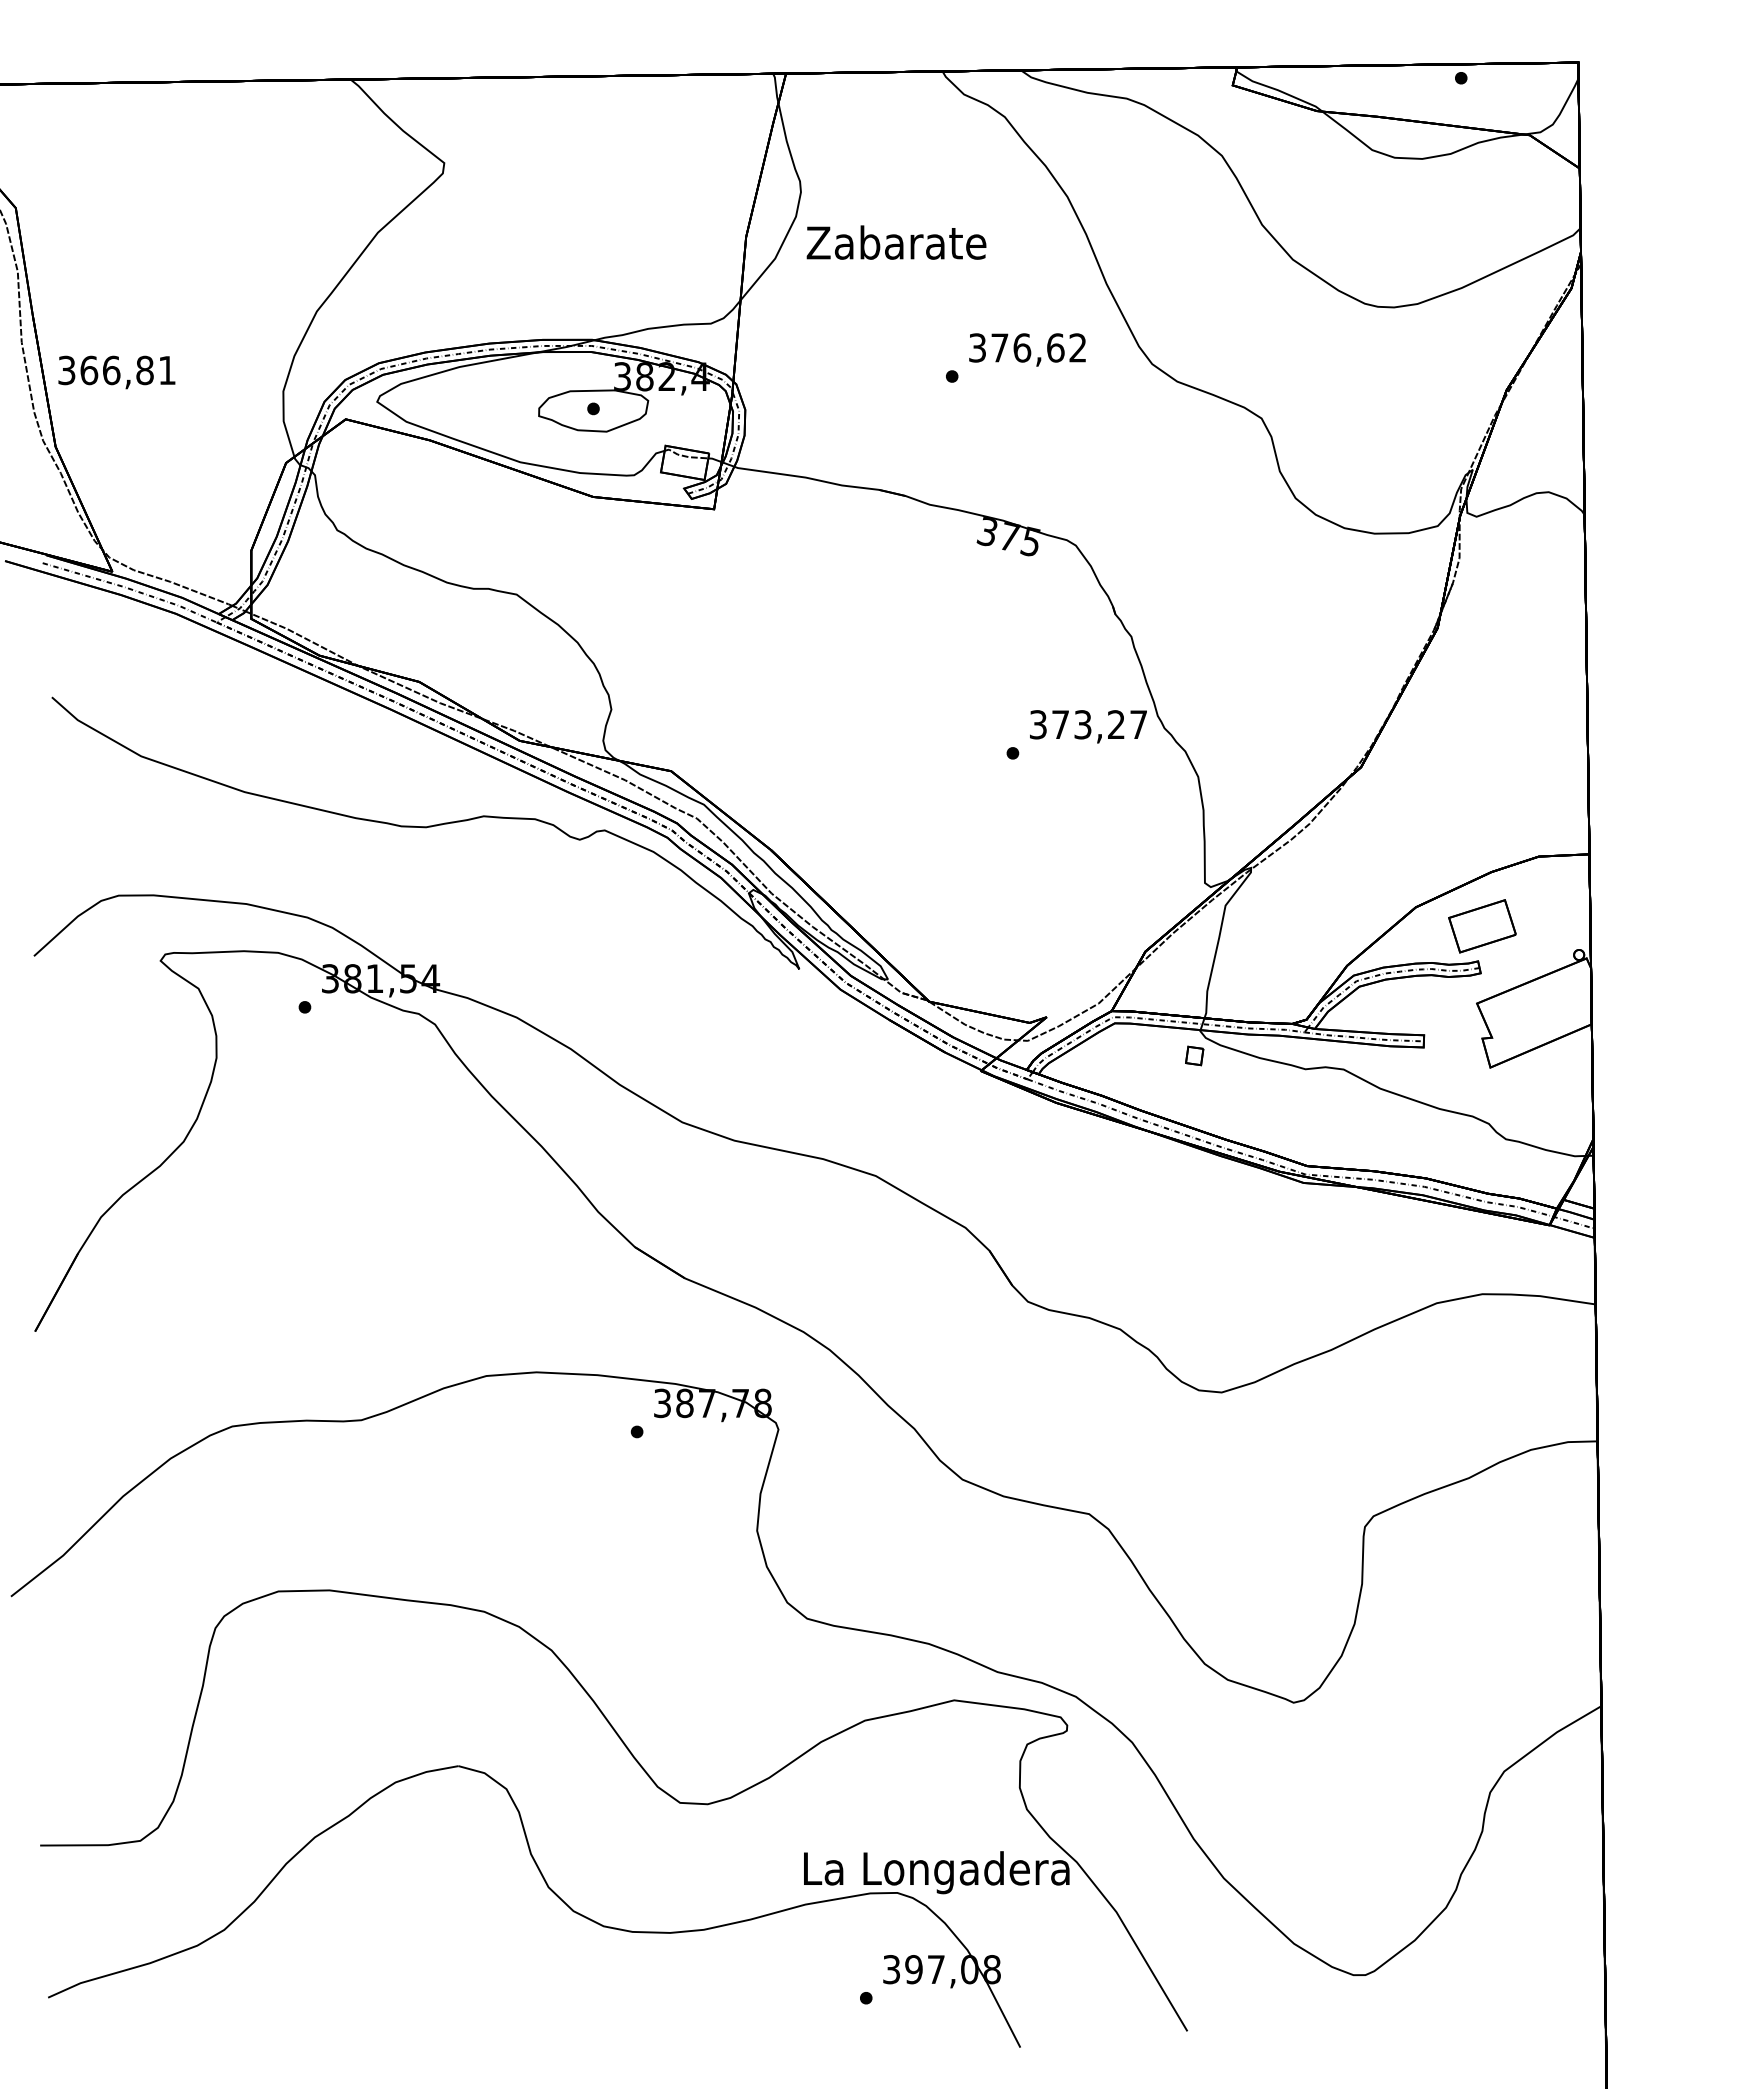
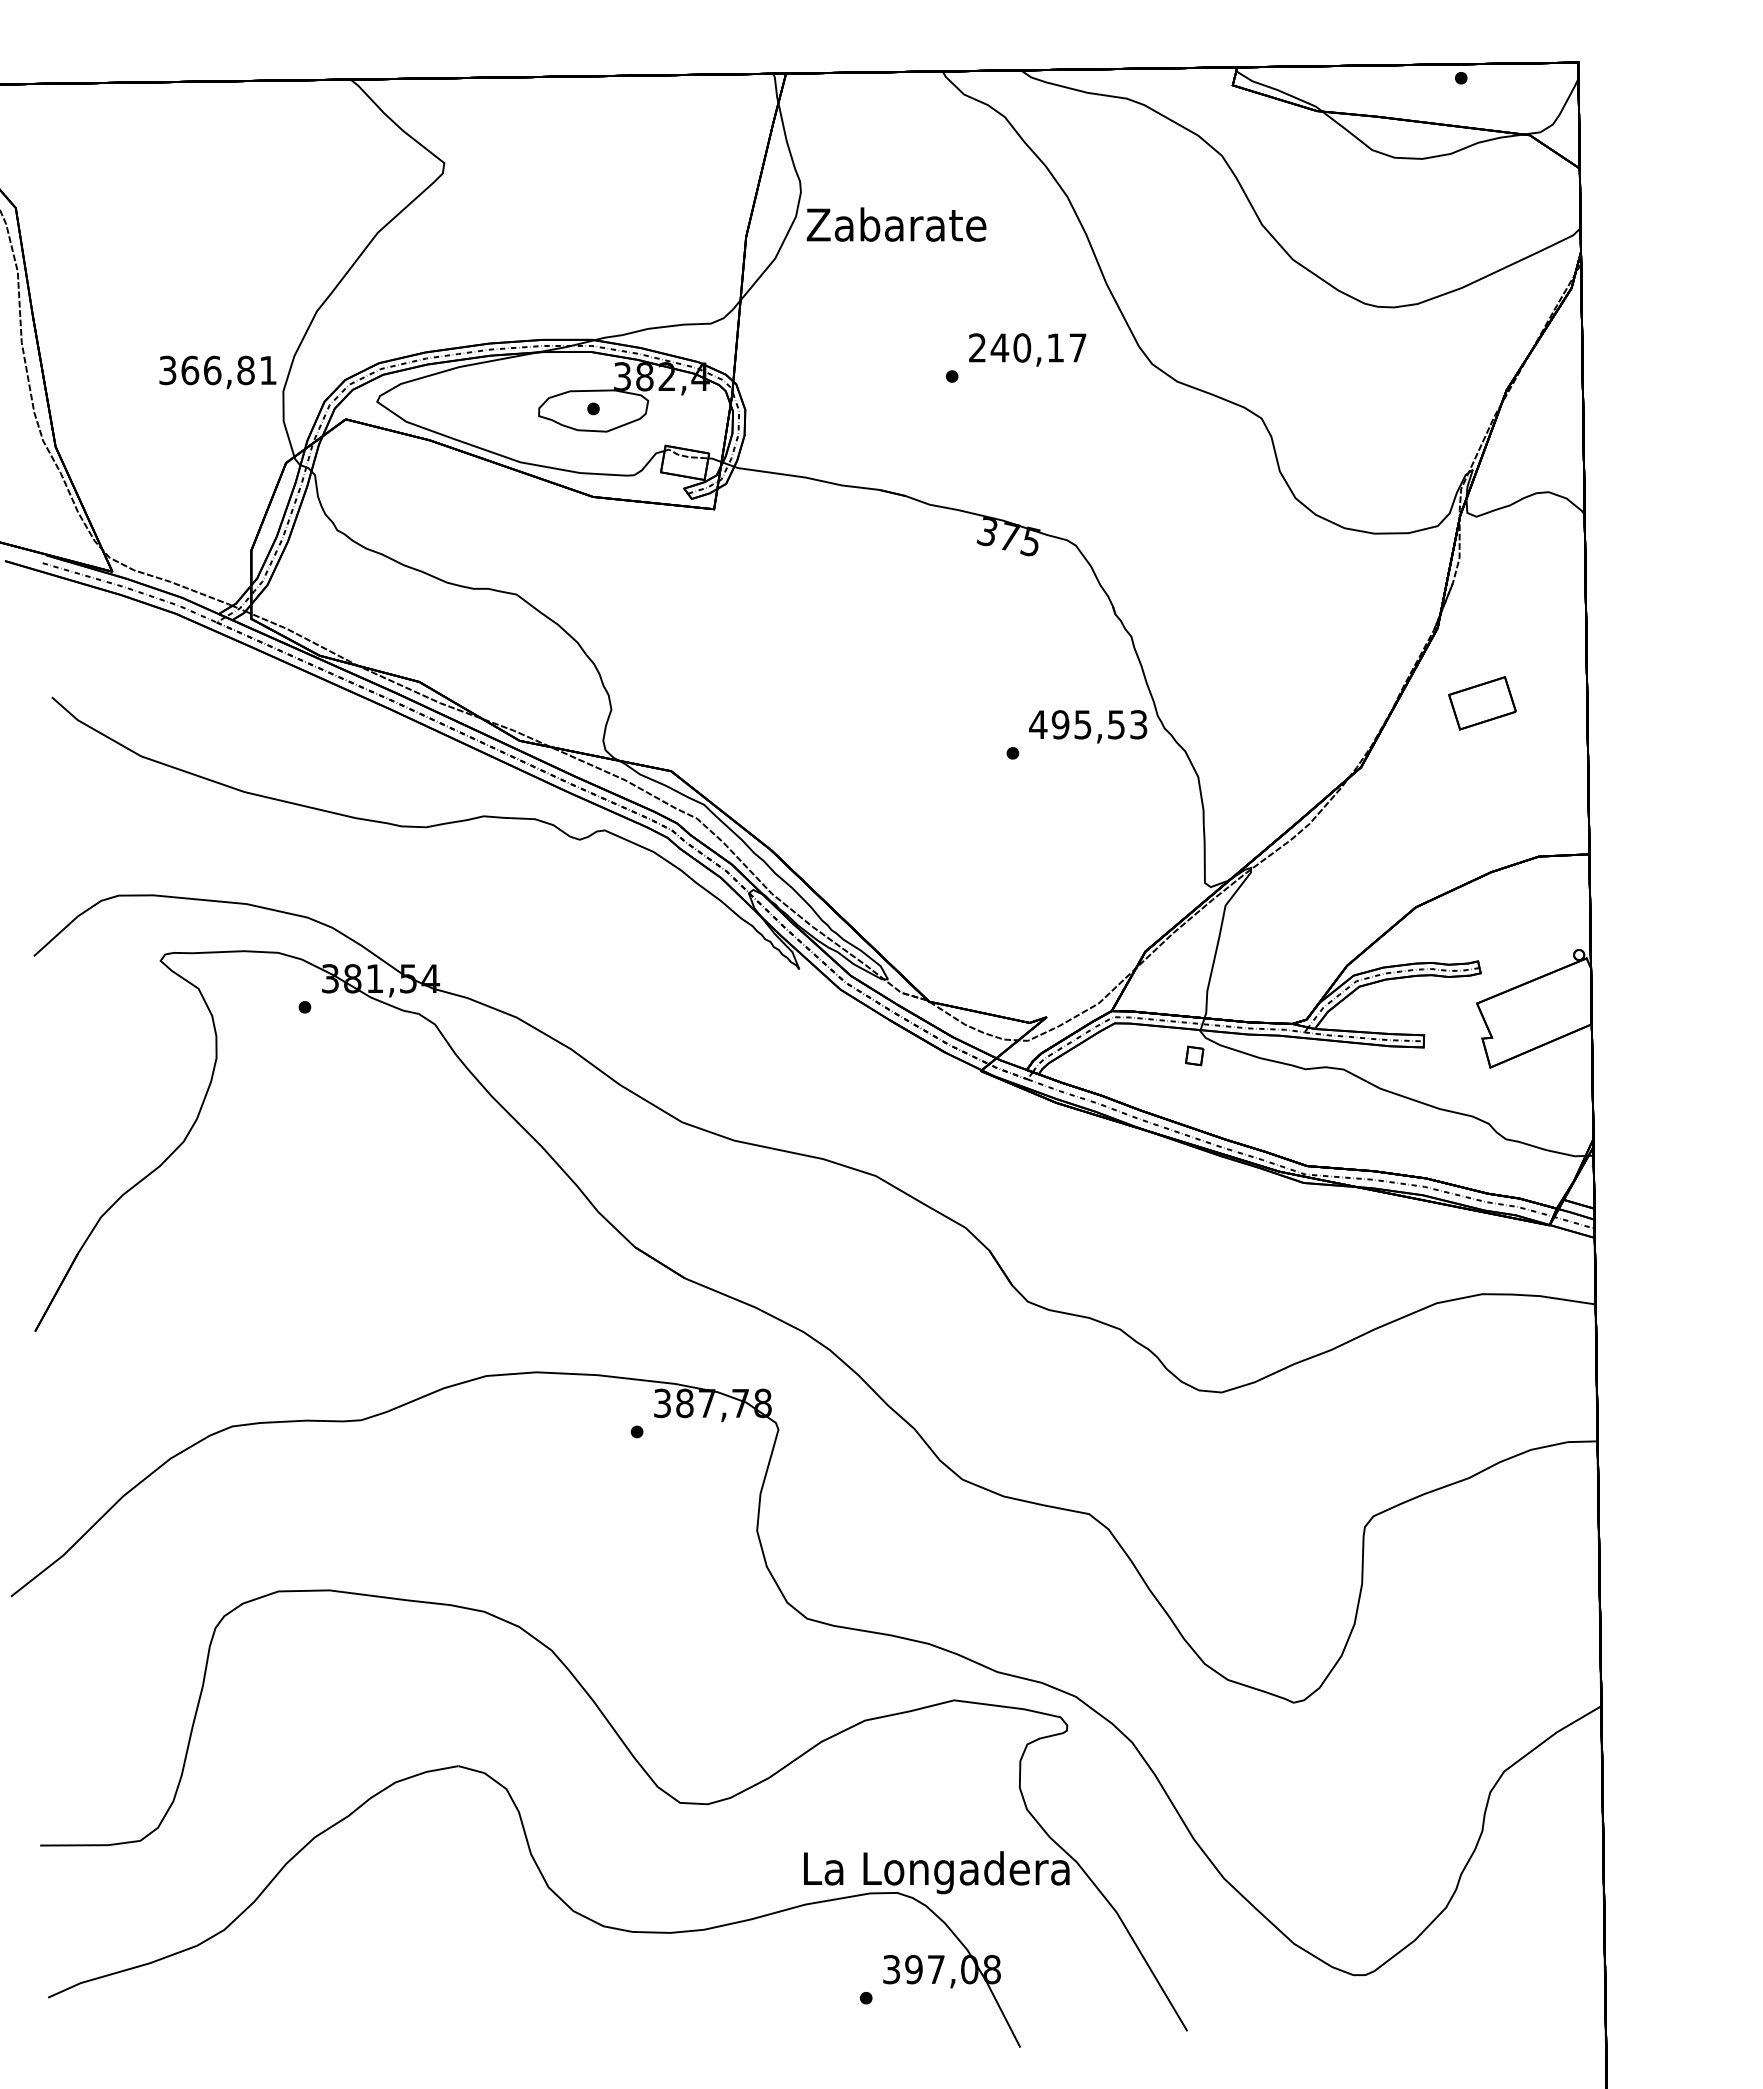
text at (896, 242) position: (896, 242) -> (896, 224)
text at (1027, 347): 376,62 -> 240,17
text at (116, 372) position: (116, 372) -> (217, 372)
text at (1088, 724): 373,27 -> 495,53
part at (1482, 926) position: (1482, 926) -> (1482, 703)
